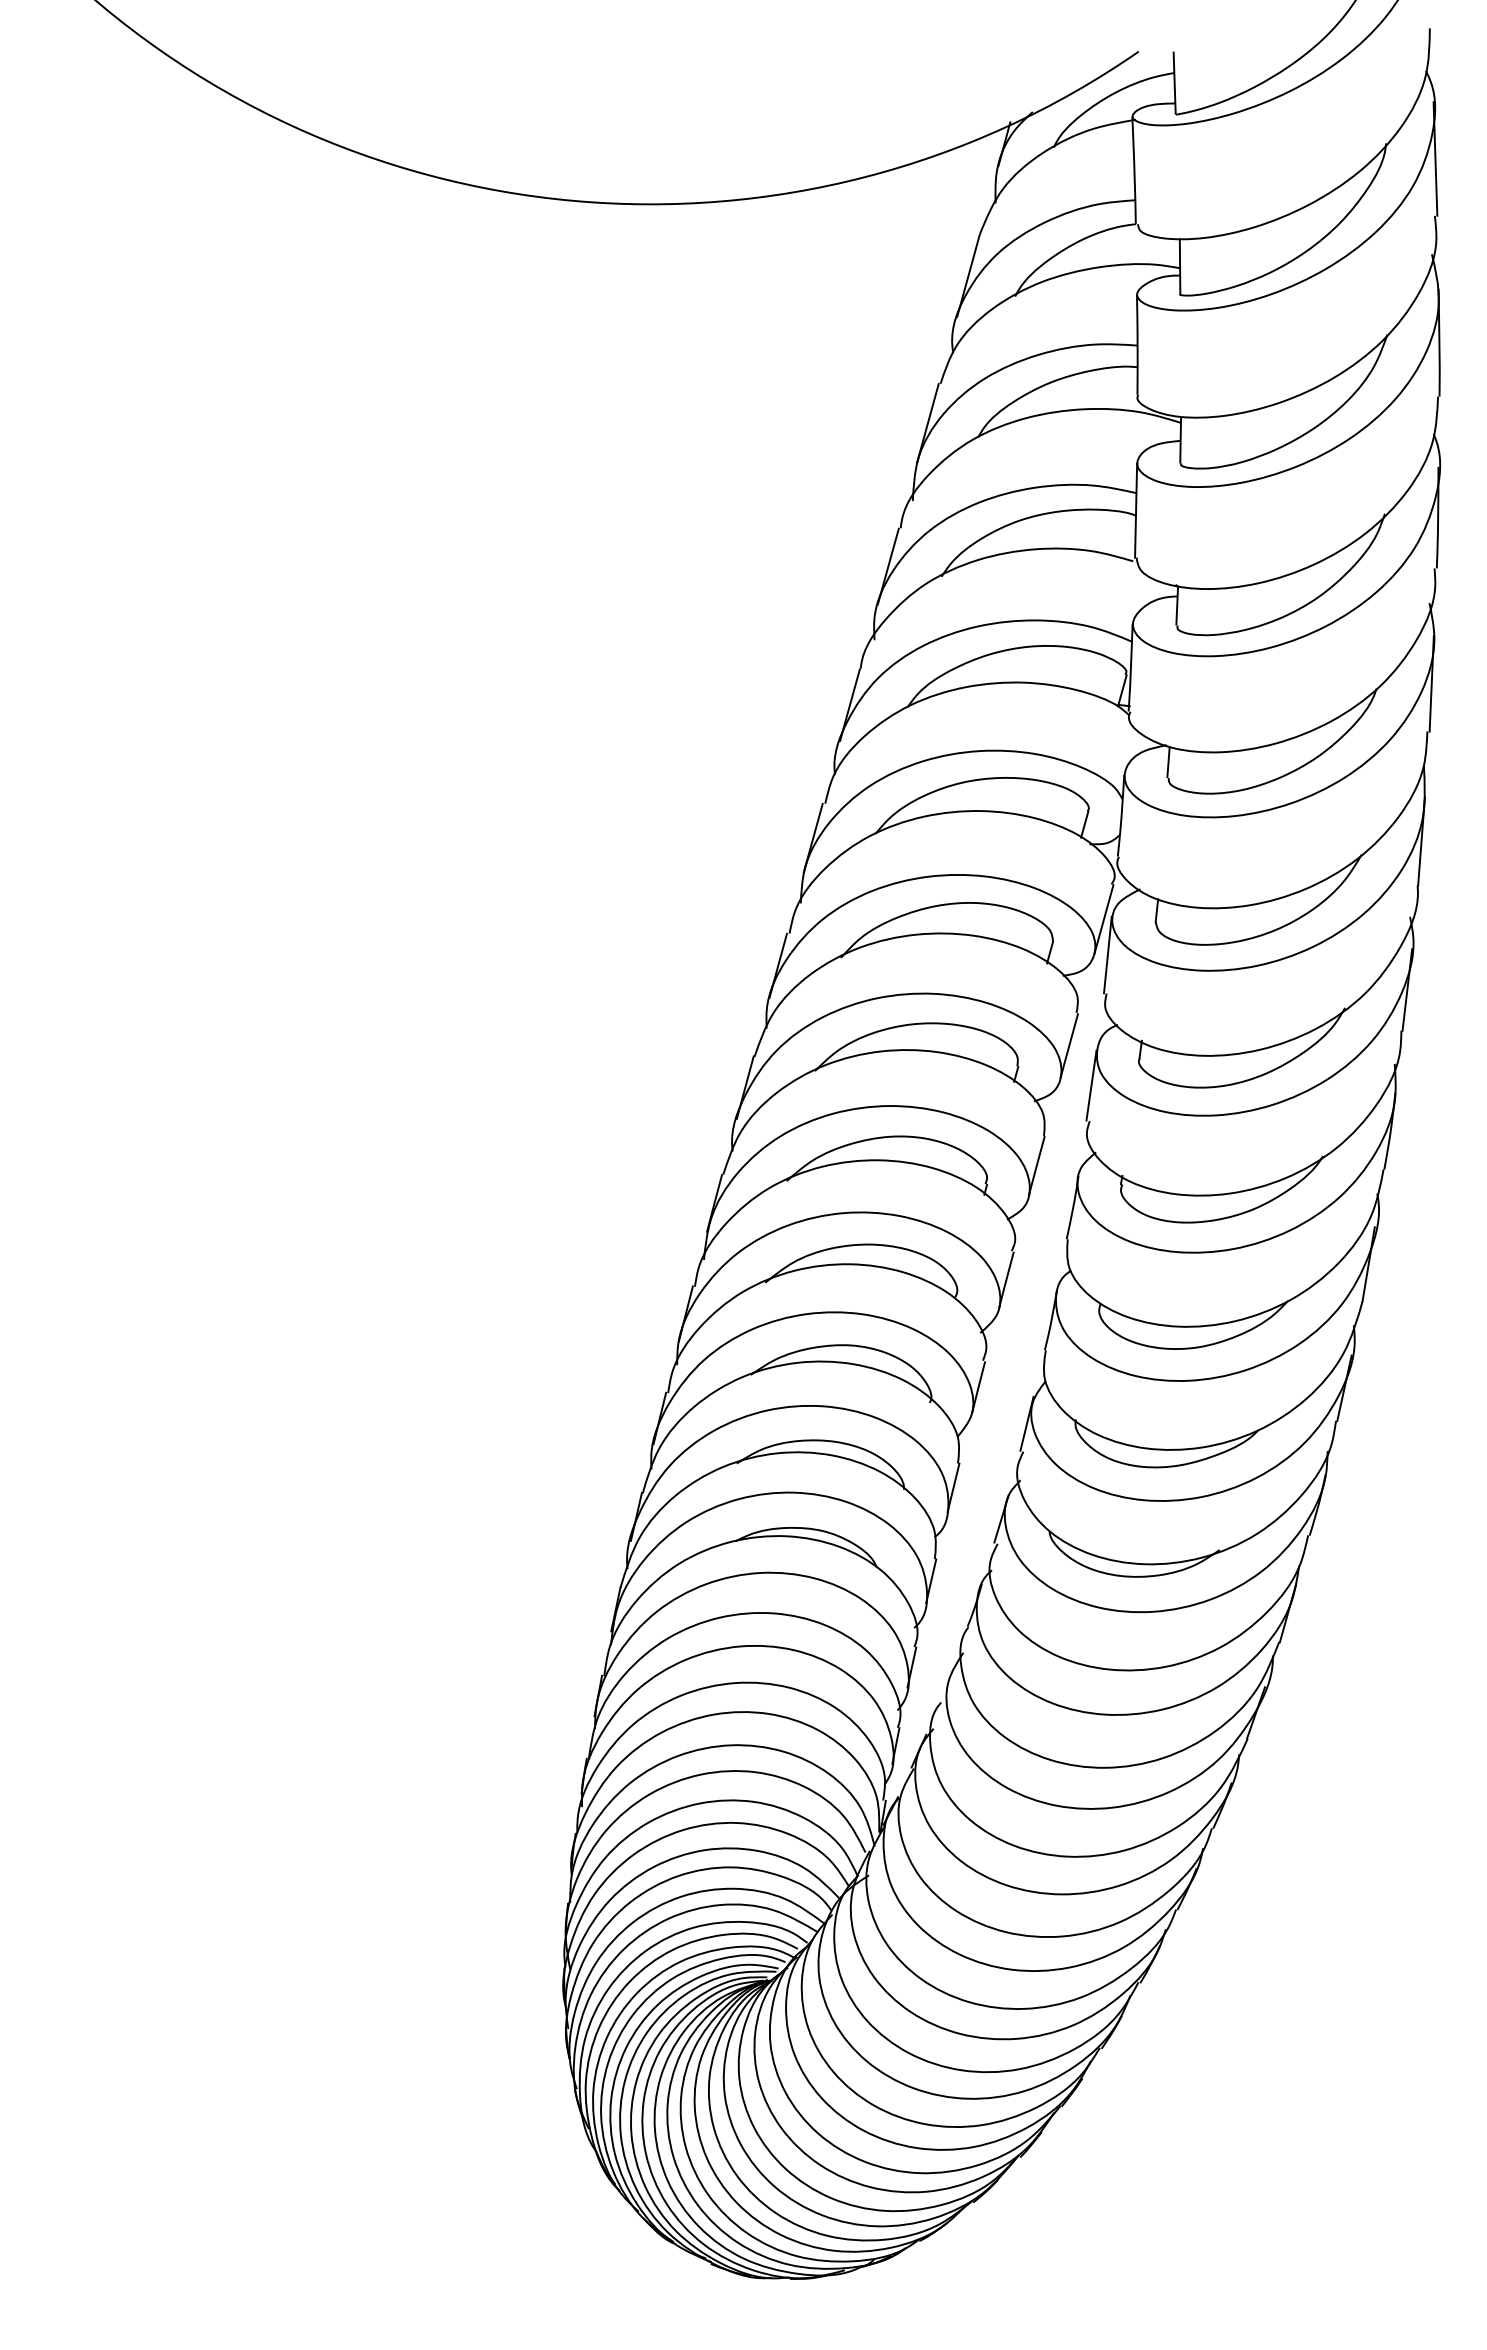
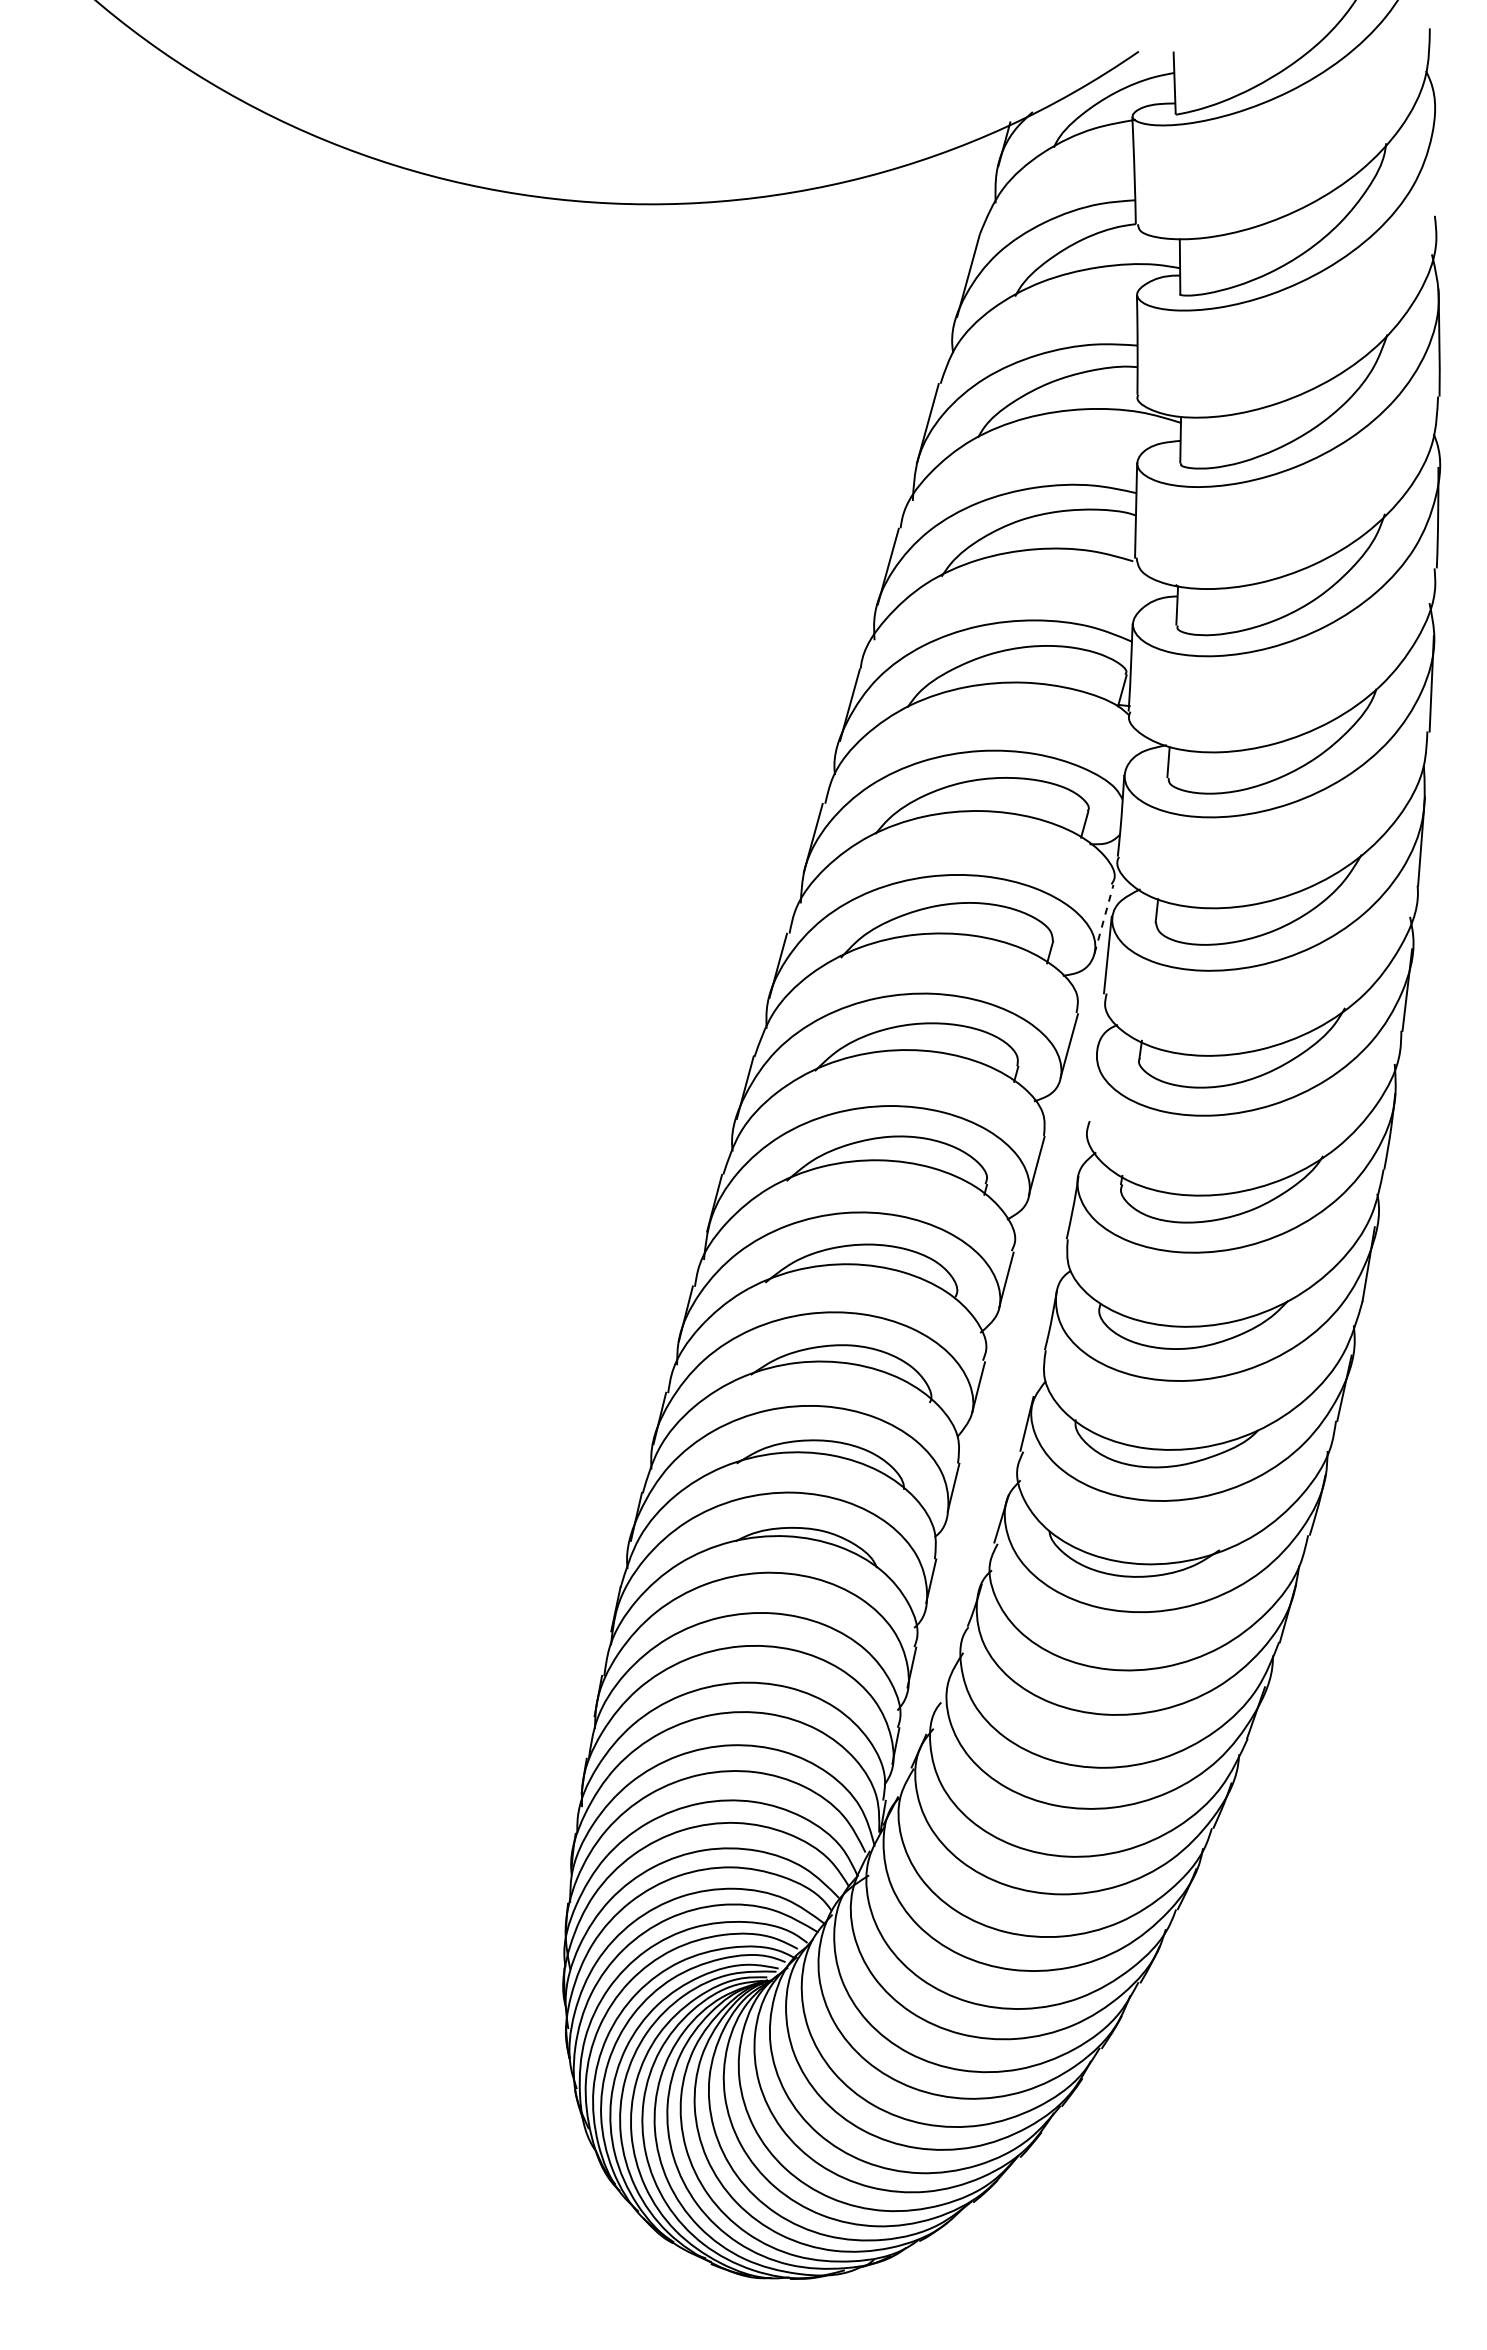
line at (1435, 158): present -> none
line at (1104, 919): solid -> dashed
line at (1091, 1085): present -> none
